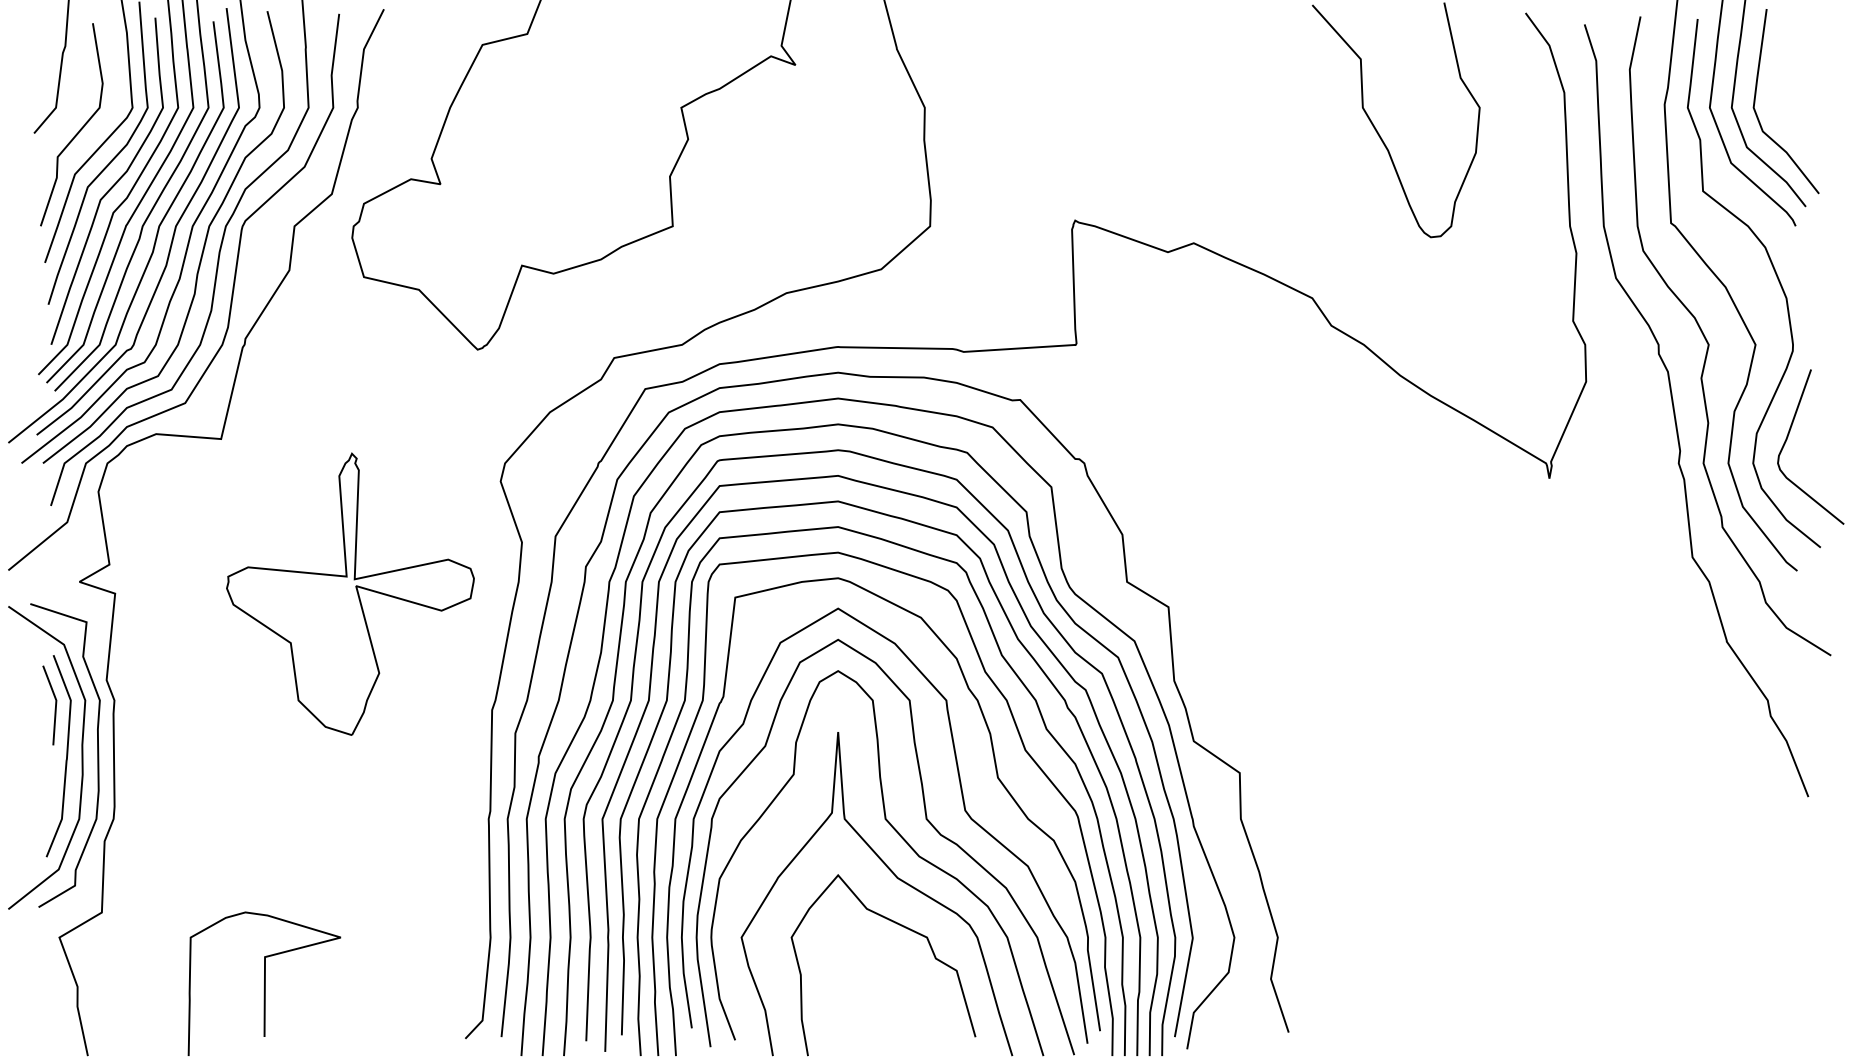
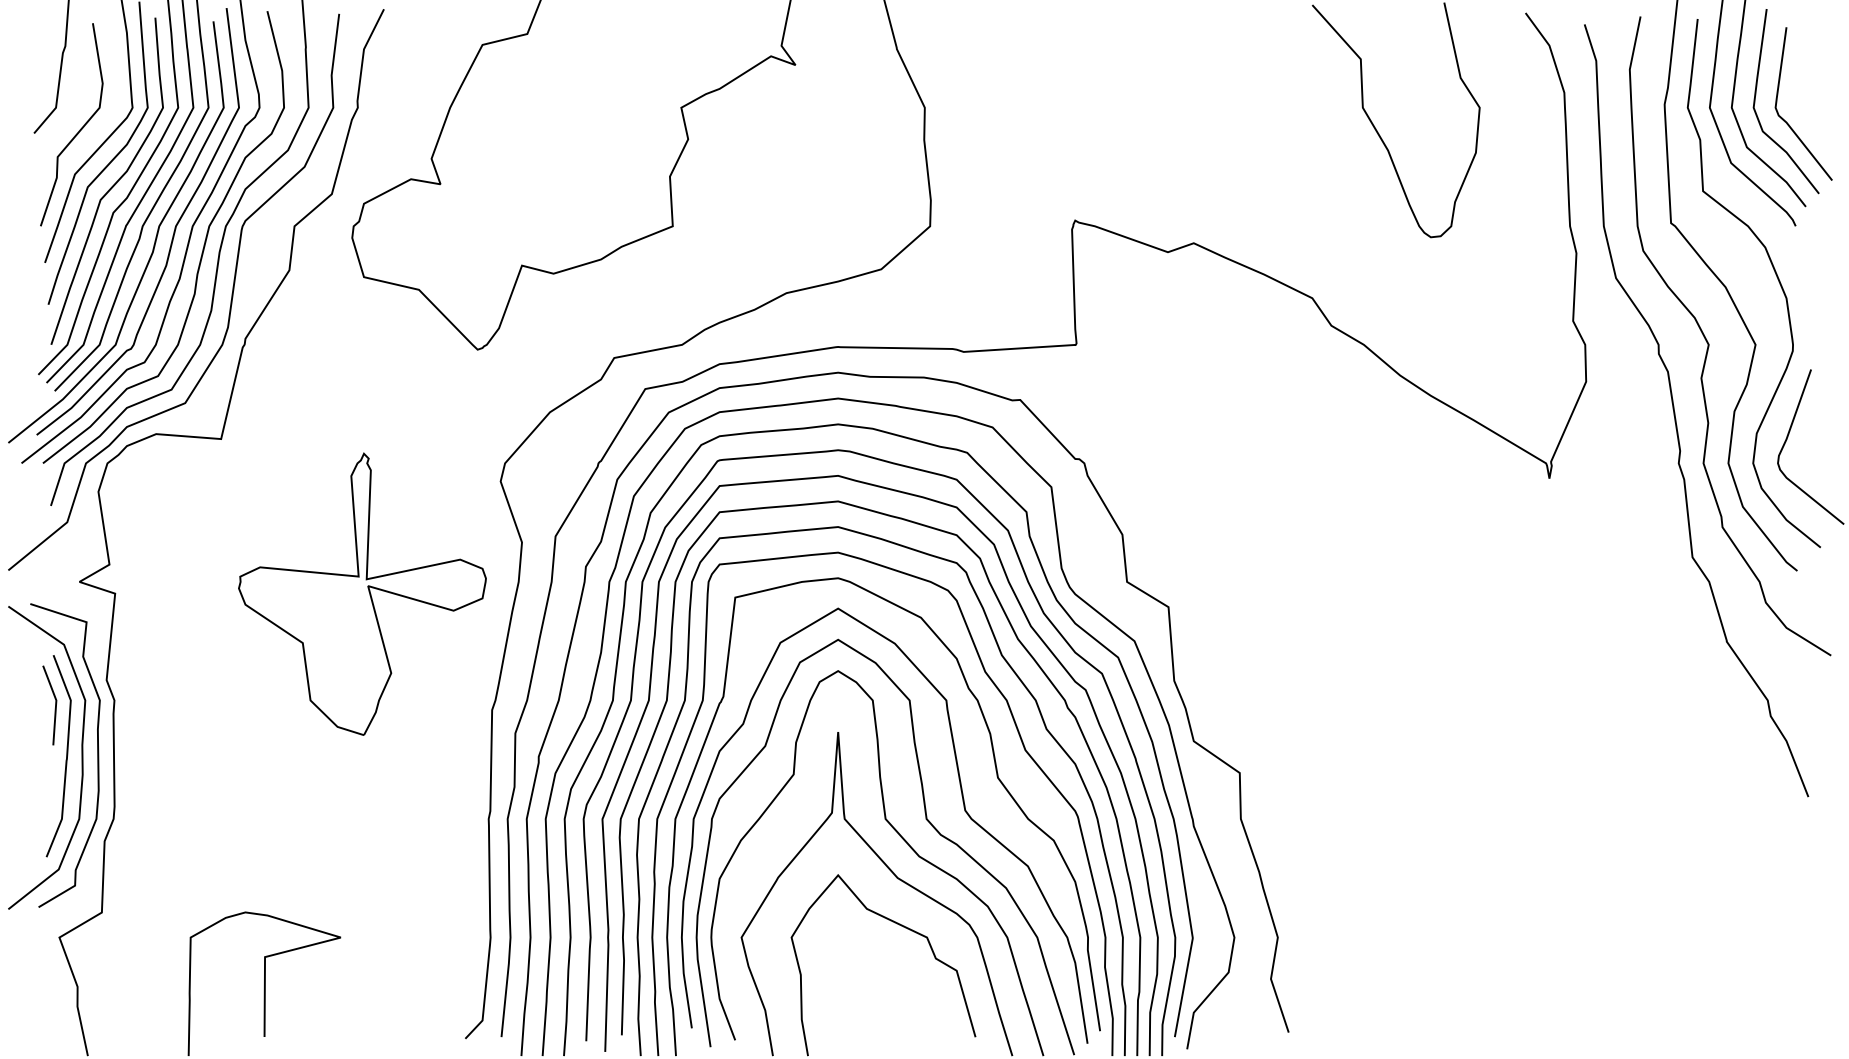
curve at (1785, 120): none -> present
part at (350, 593) position: (350, 593) -> (362, 593)
